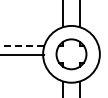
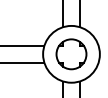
line at (22, 46): dashed -> solid
line at (23, 54) position: (23, 54) -> (23, 62)
